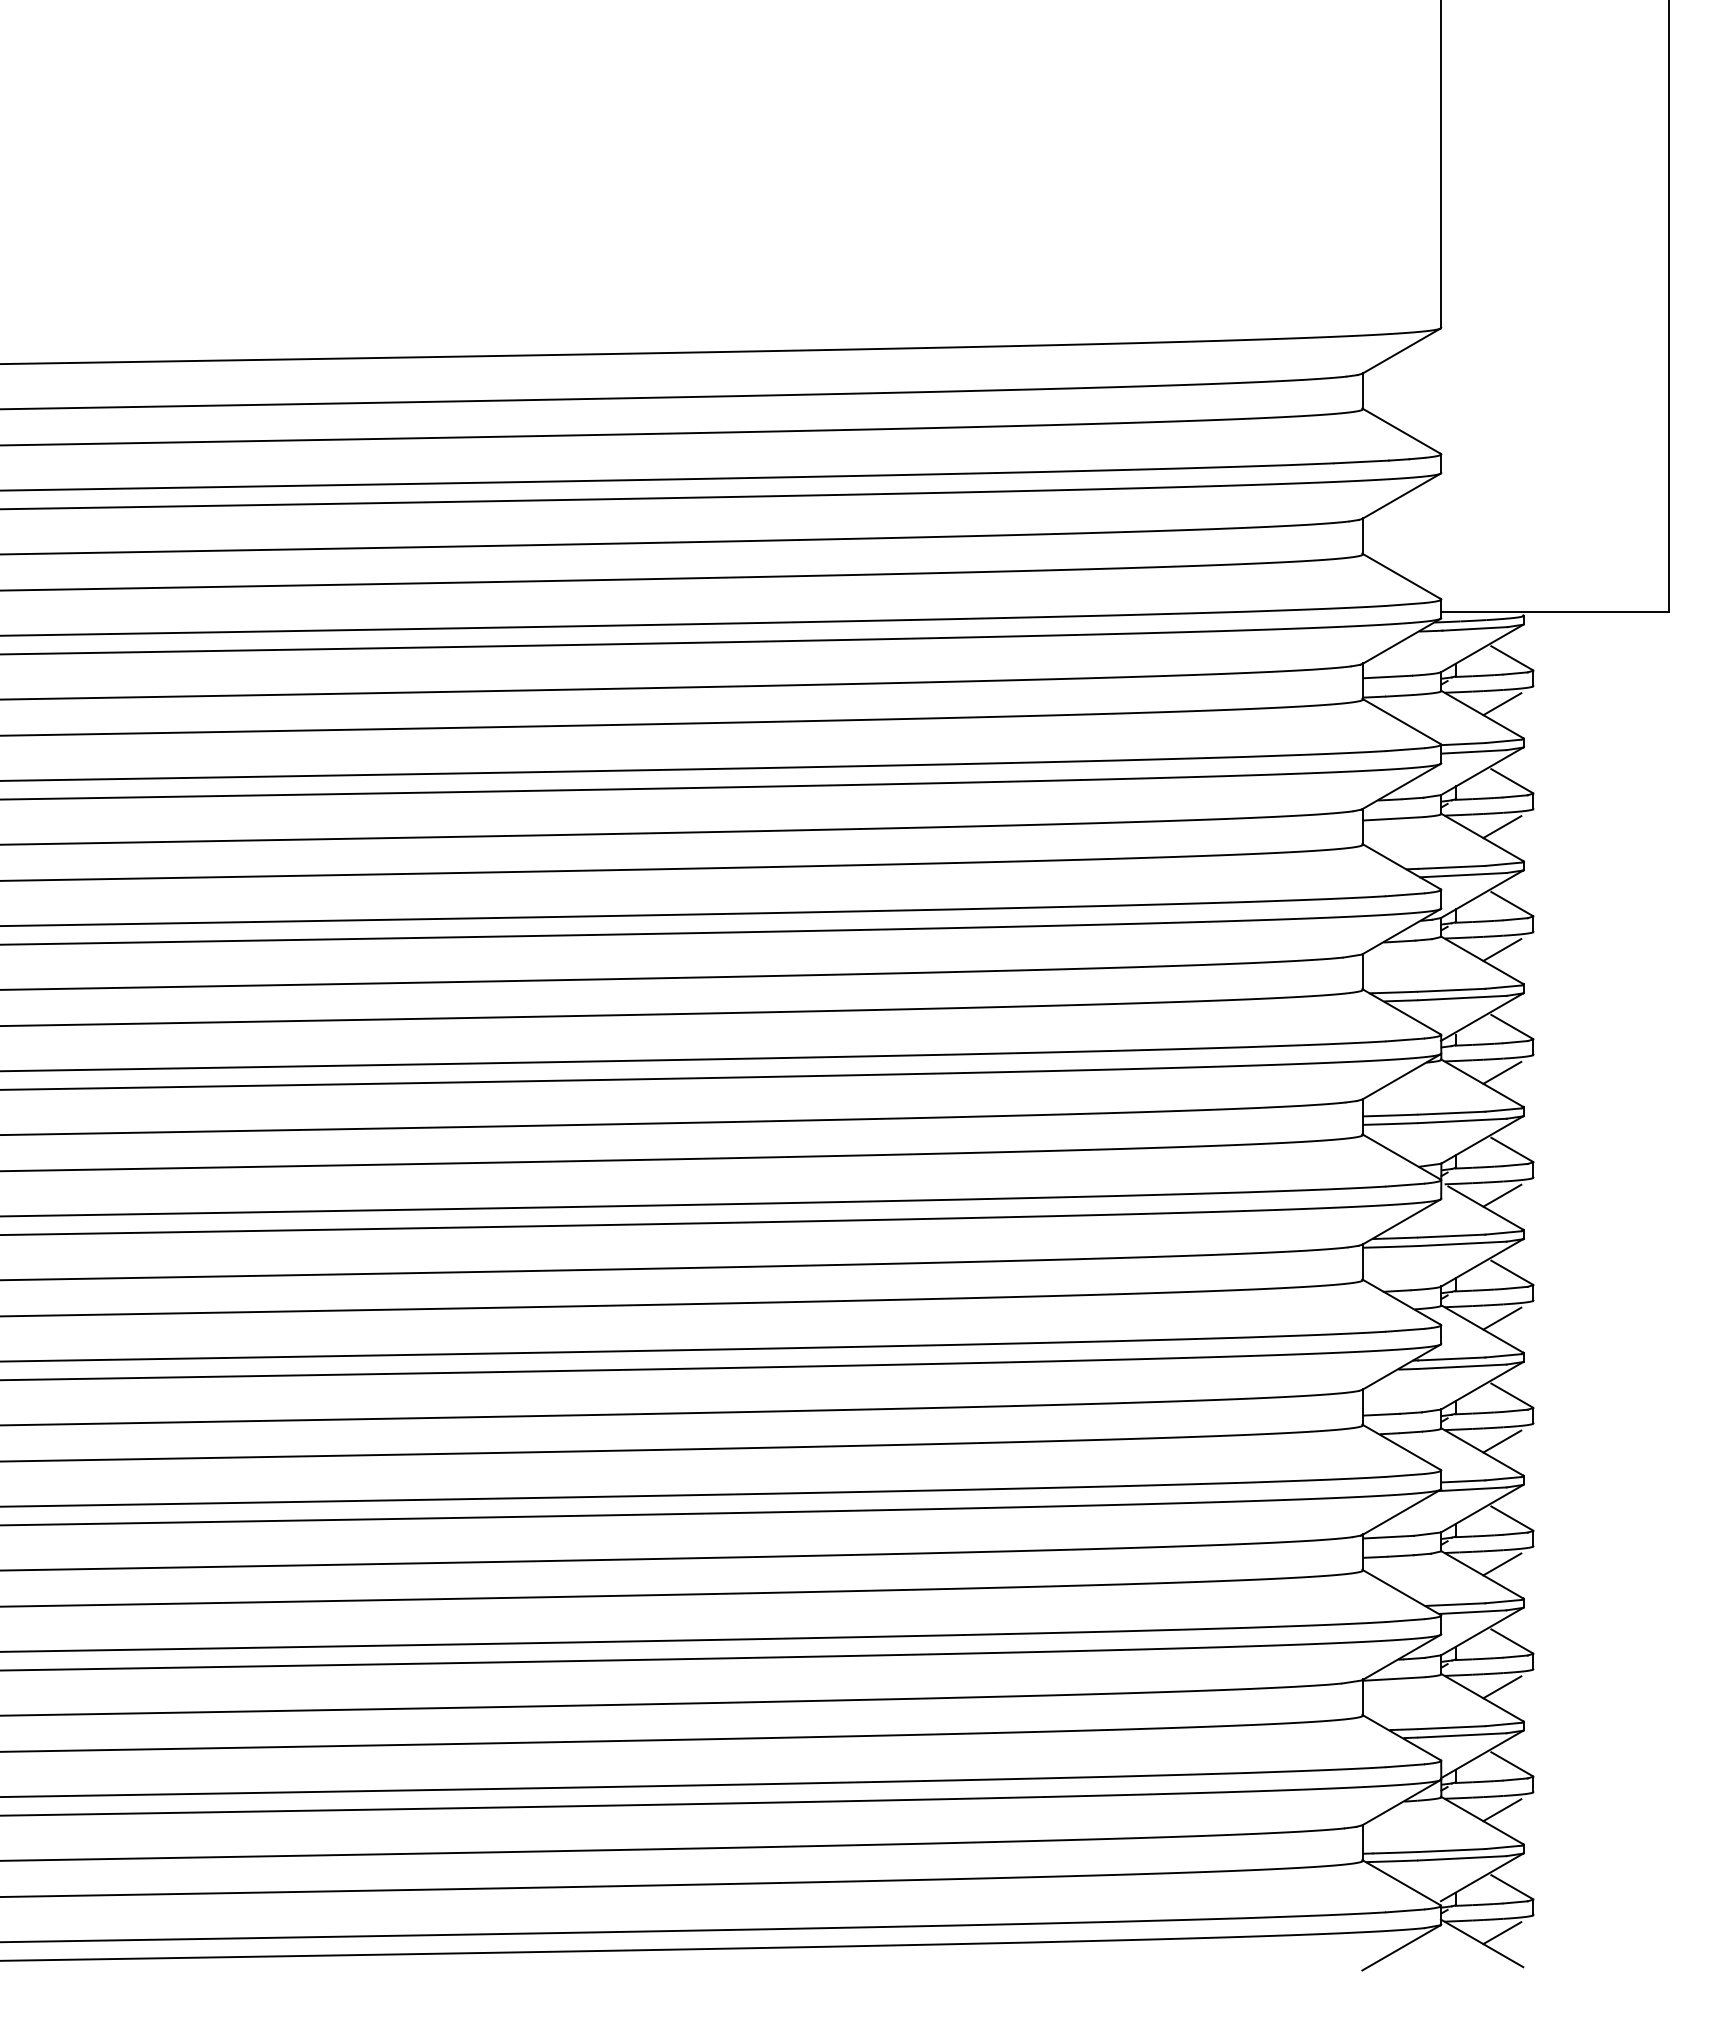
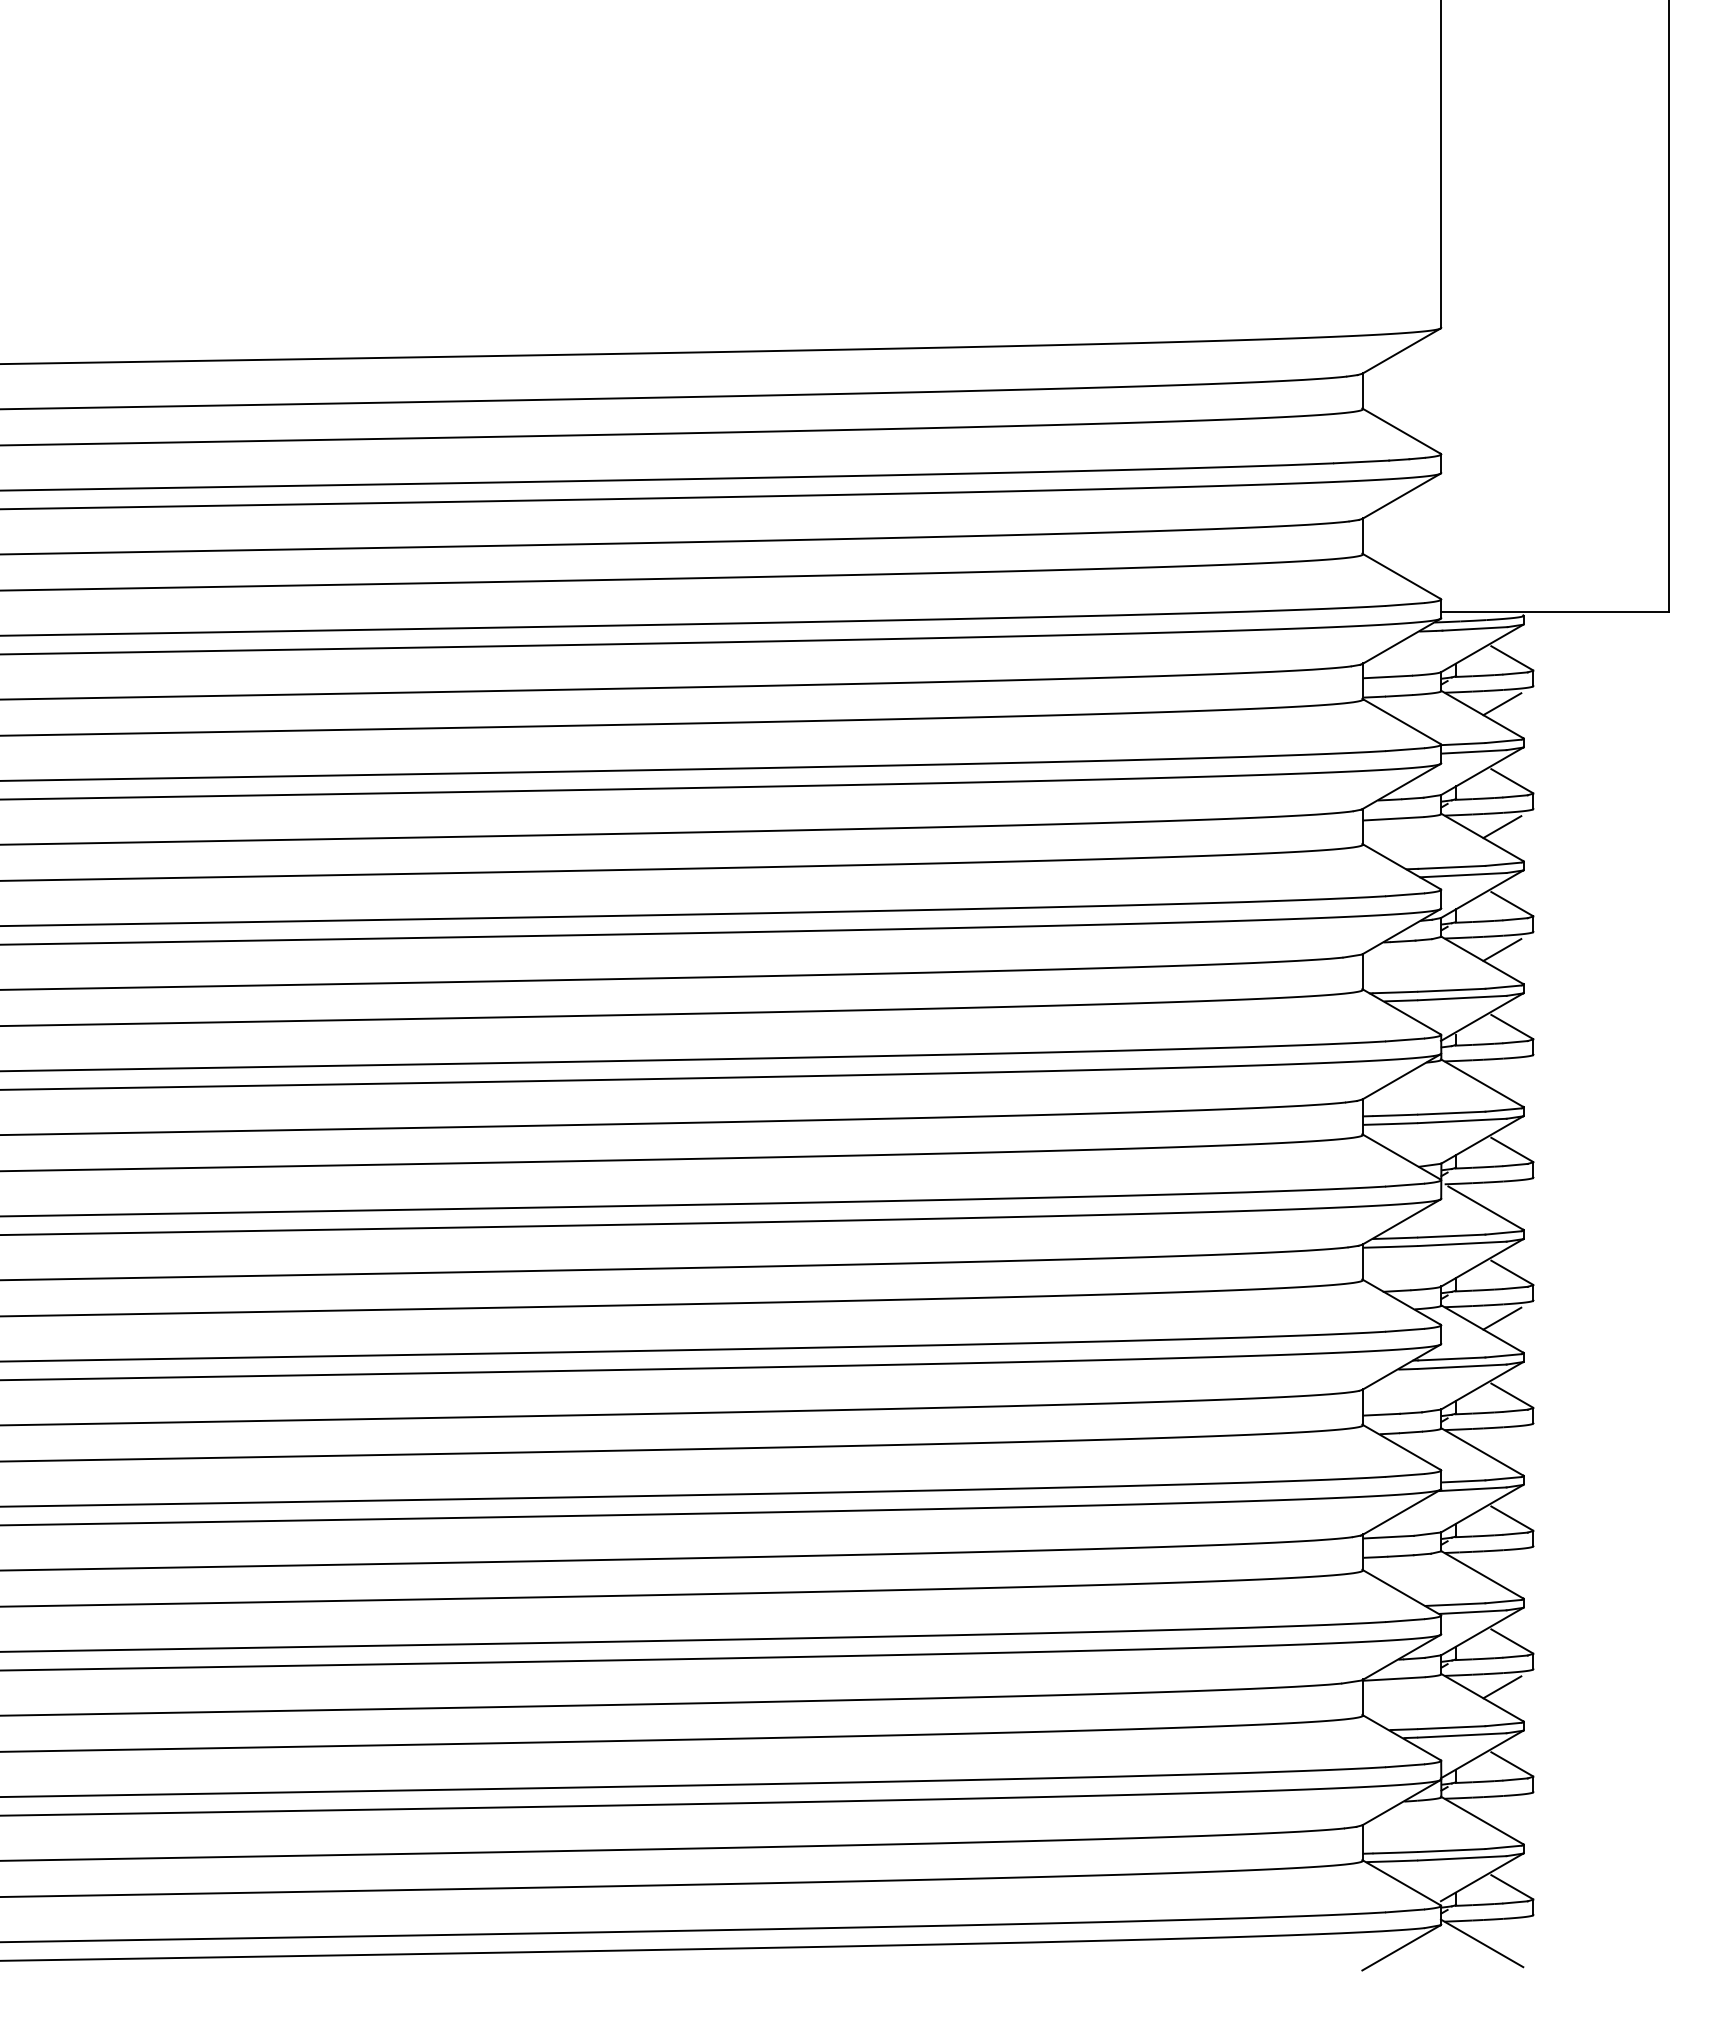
line at (1502, 1072): present -> none
line at (1502, 1195): present -> none
line at (1502, 1441): present -> none
line at (1502, 1564): present -> none
line at (1502, 1810): present -> none
line at (1502, 1933): present -> none
